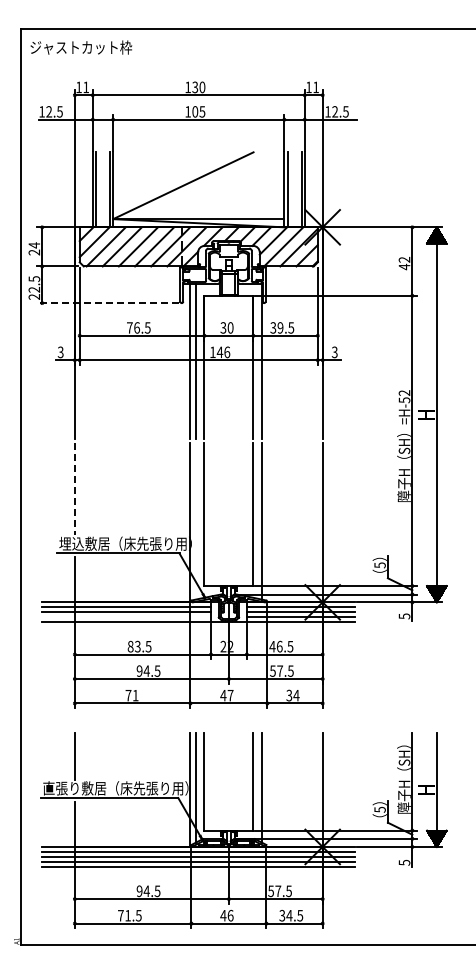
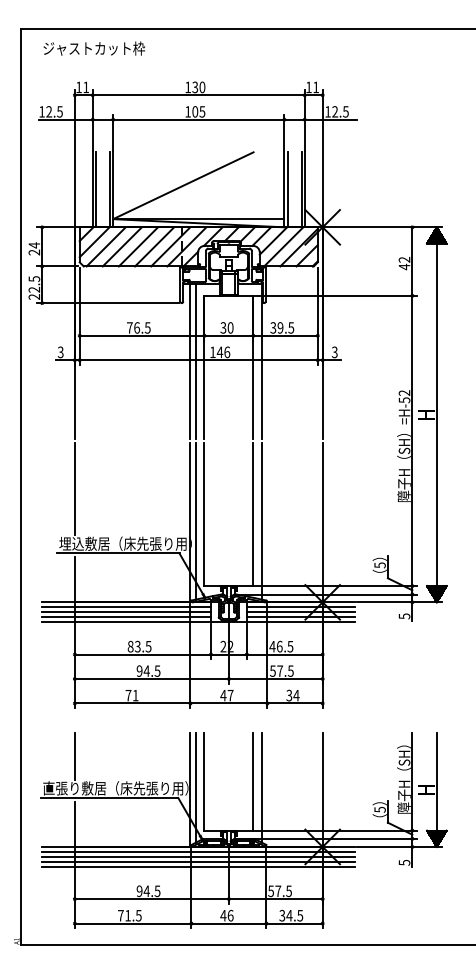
text at (81, 47) position: (81, 47) -> (94, 48)
line at (108, 303): dashed -> solid
line at (74, 489): dashed -> solid
line at (195, 520): none -> present
line at (126, 617): none -> present
